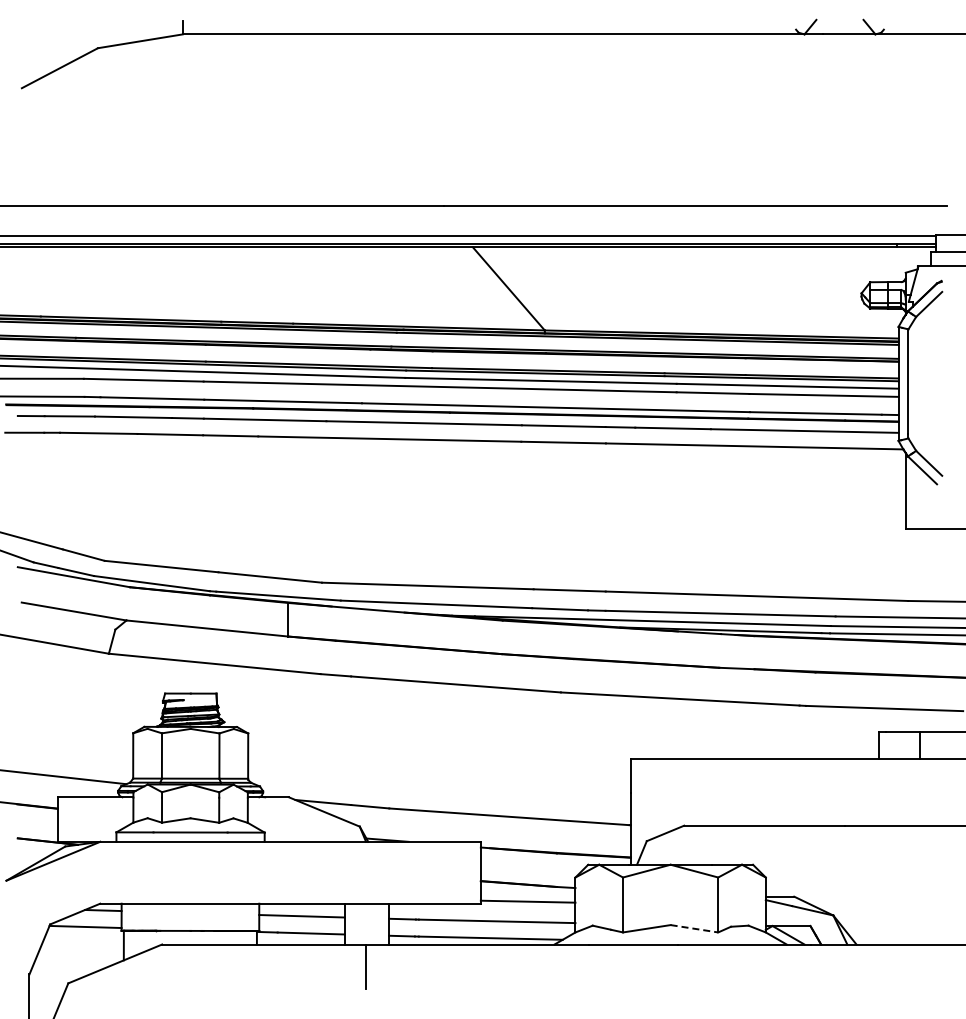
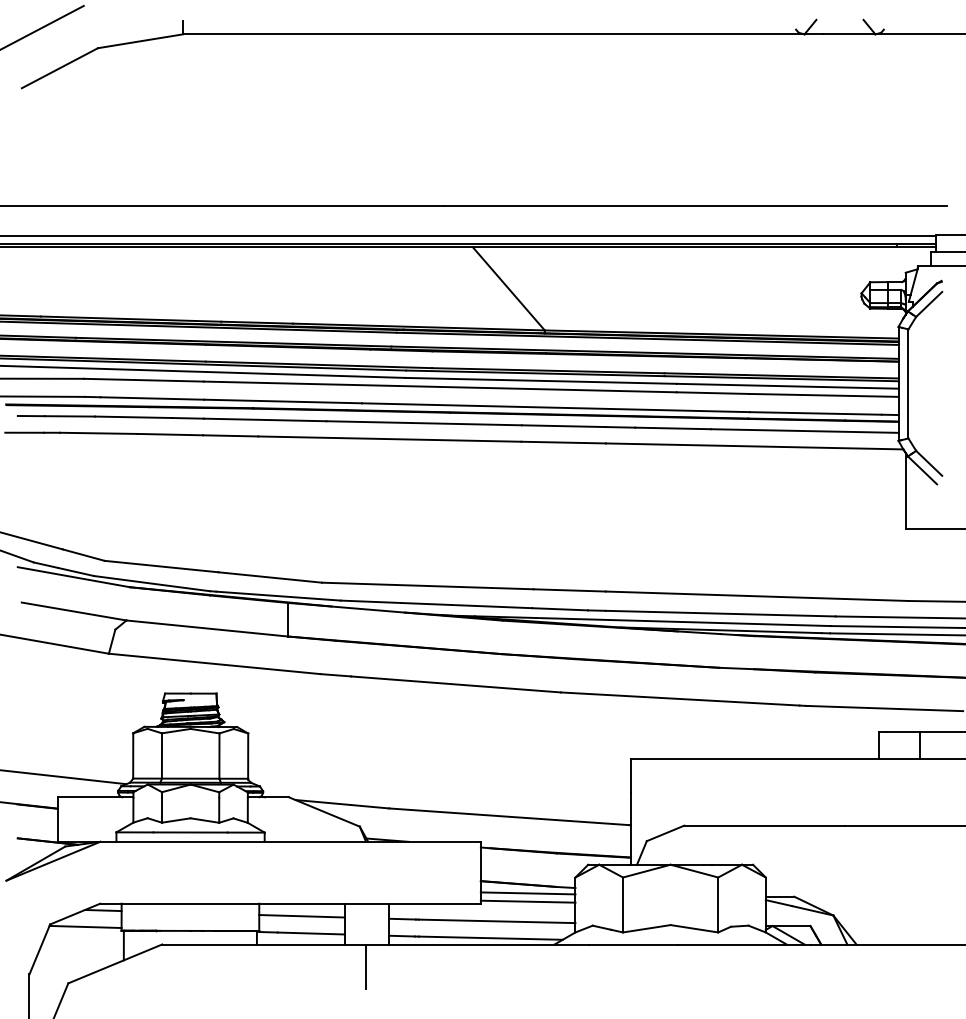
line at (42, 26): none -> present
line at (527, 893): none -> present
line at (694, 928): dashed -> solid
